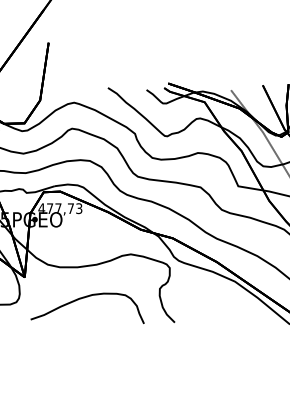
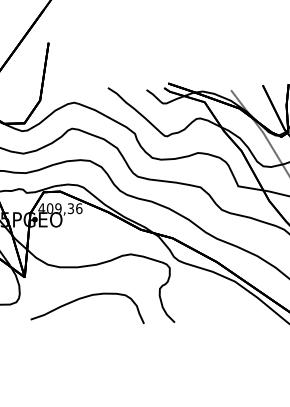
text at (64, 208): 477,73 -> 409,36
